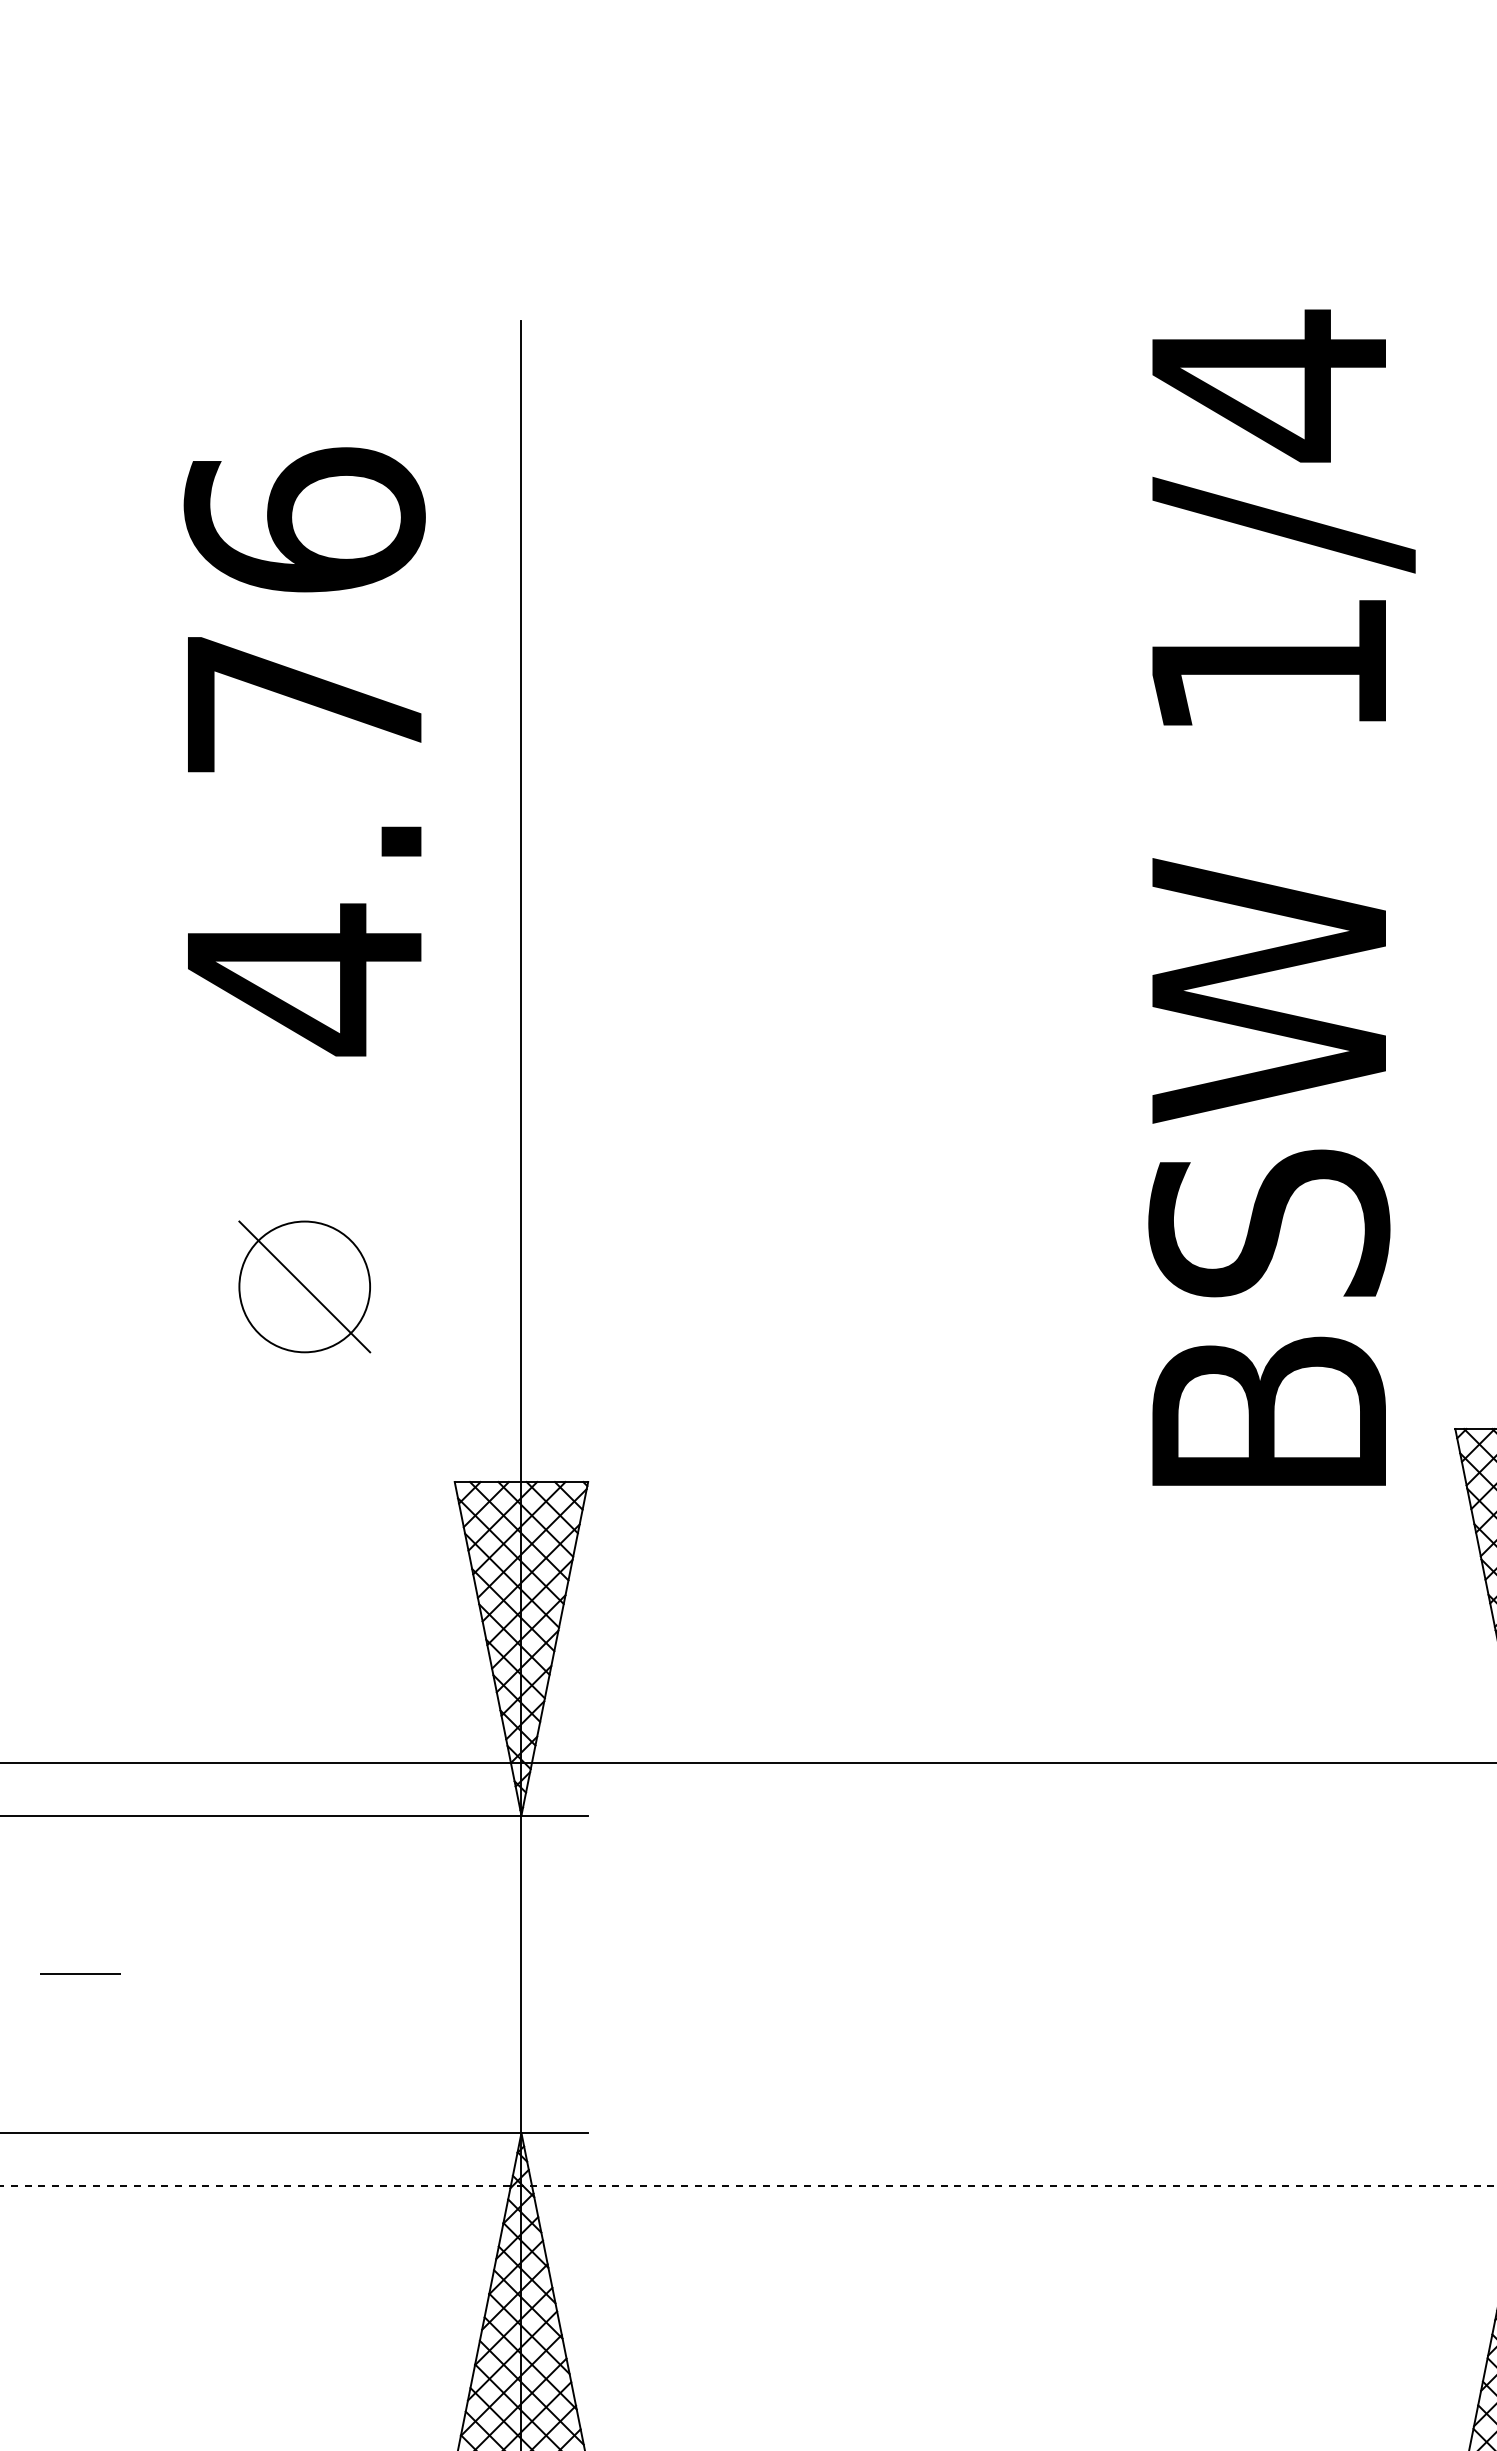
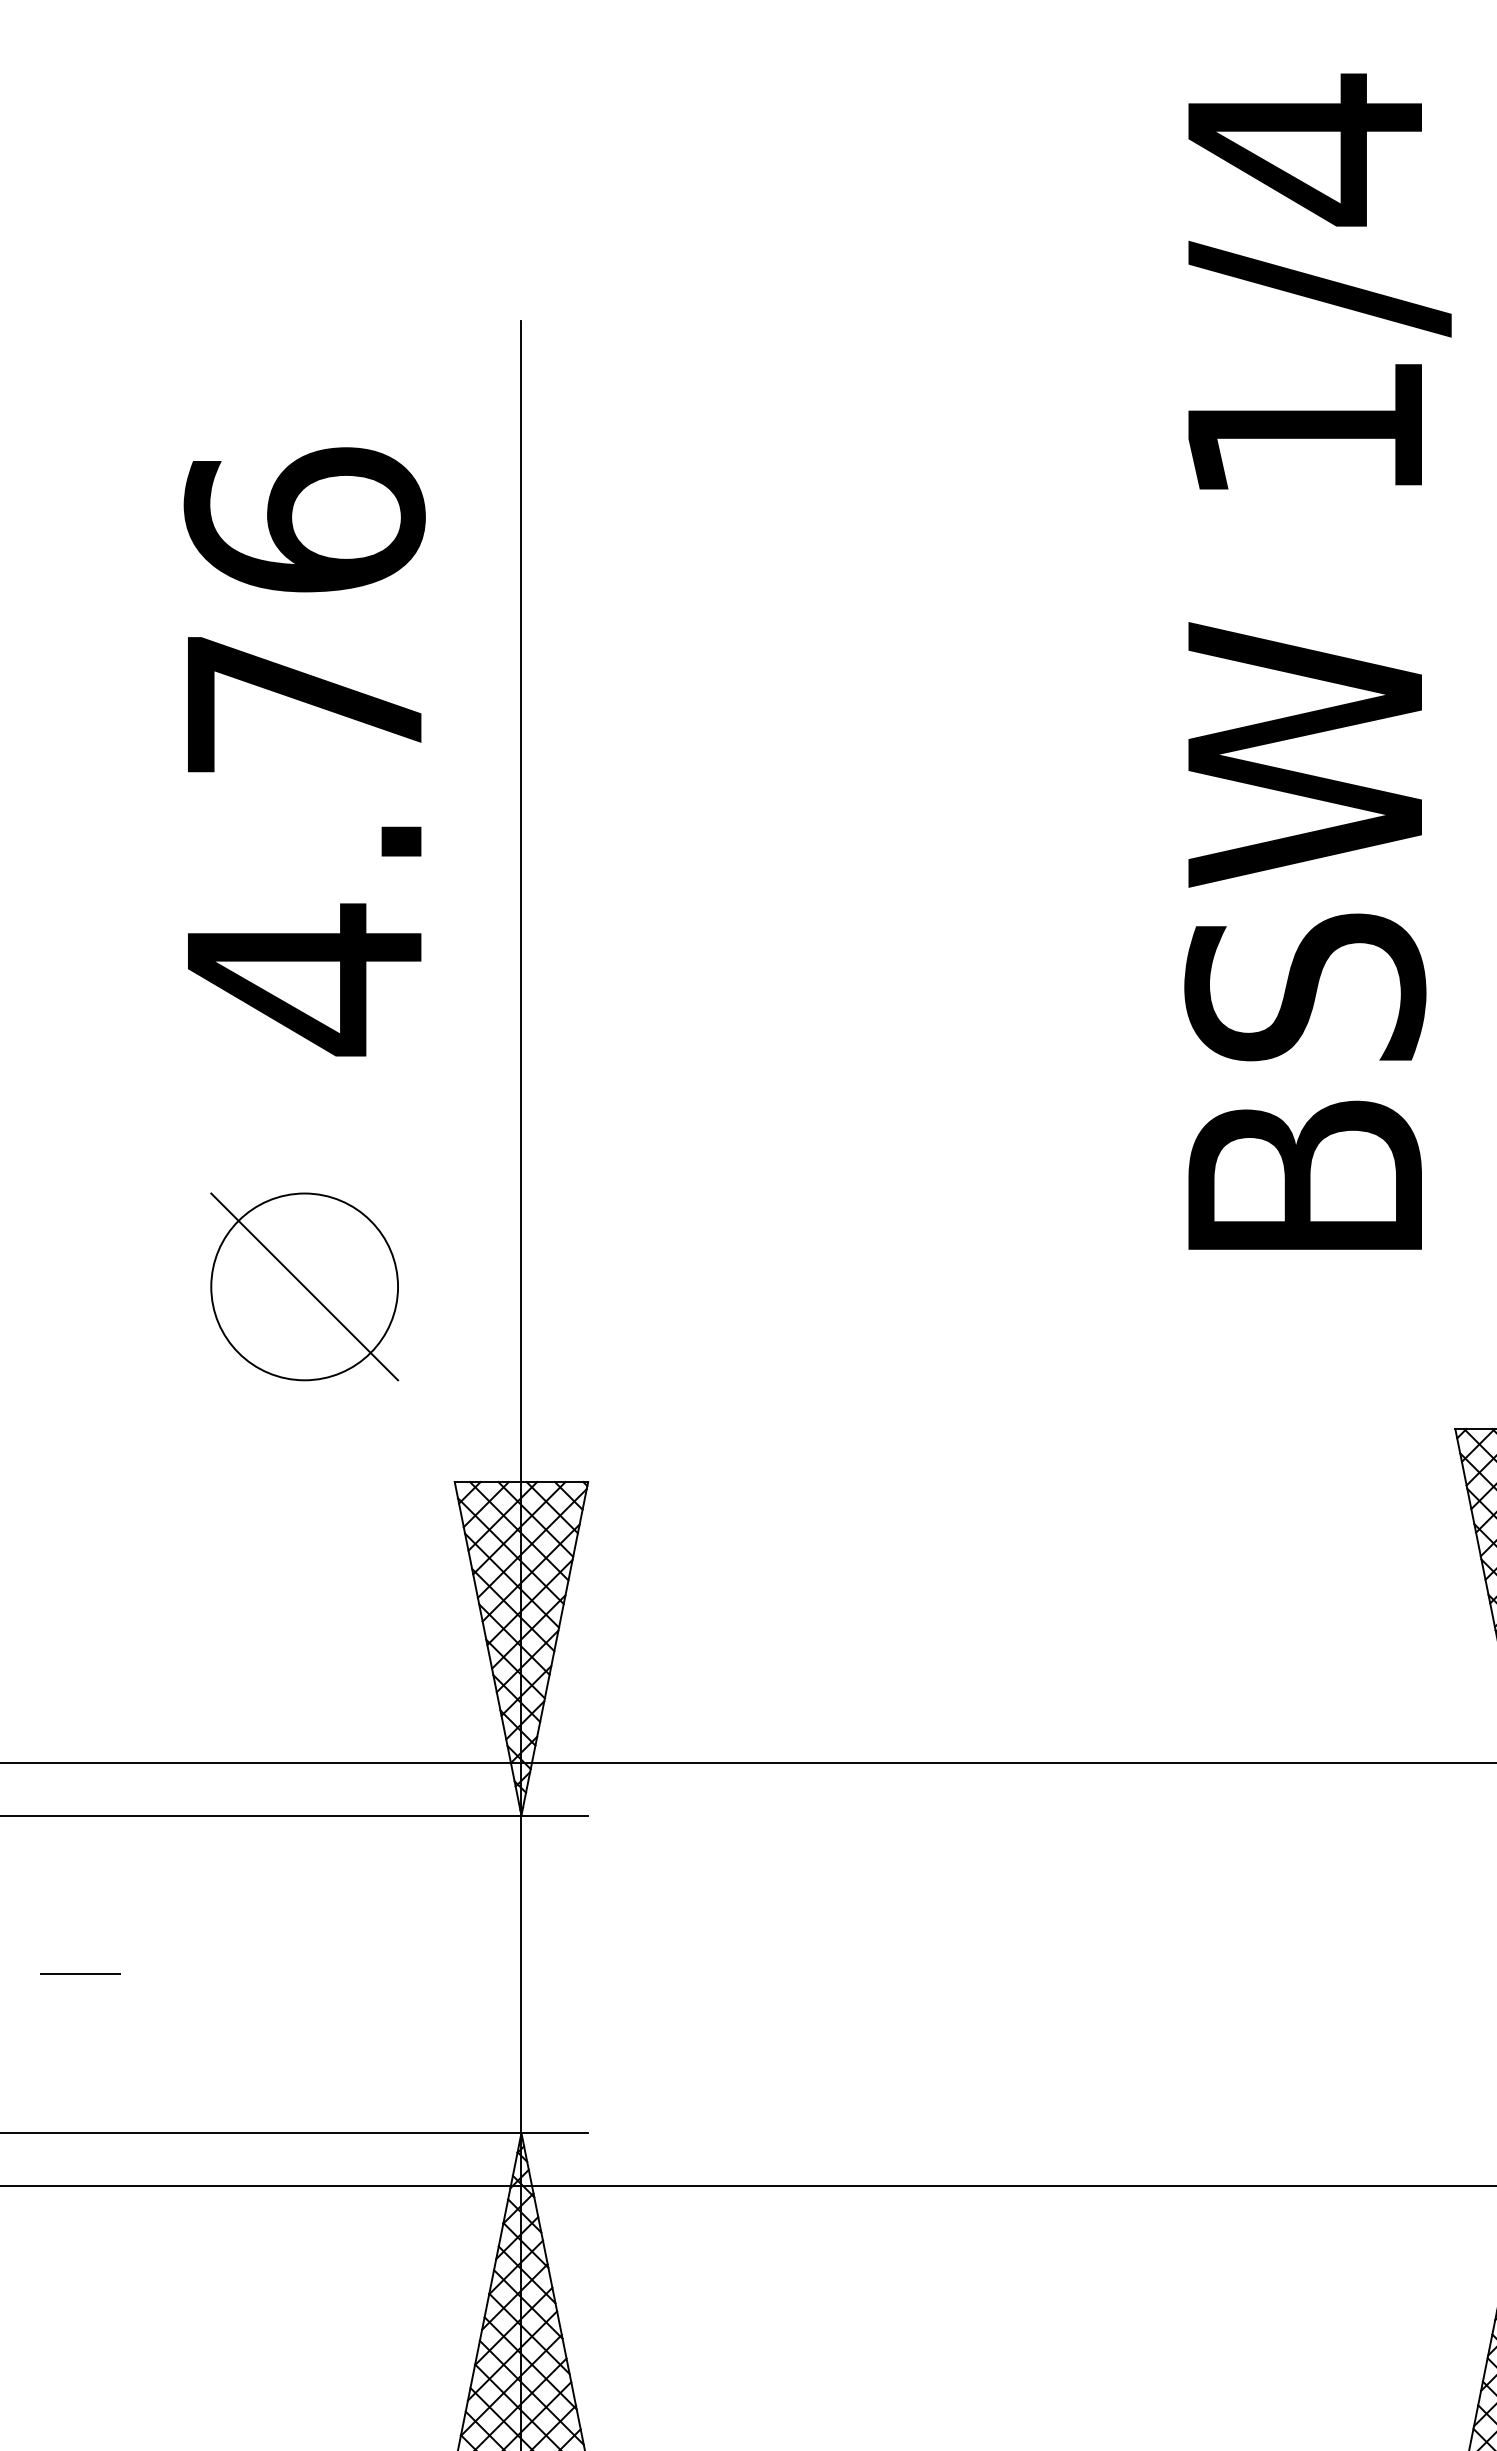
text at (1281, 897) position: (1281, 897) -> (1317, 661)
part at (304, 1286) size: 134x134 px -> 190x190 px
line at (748, 2186): dashed -> solid
